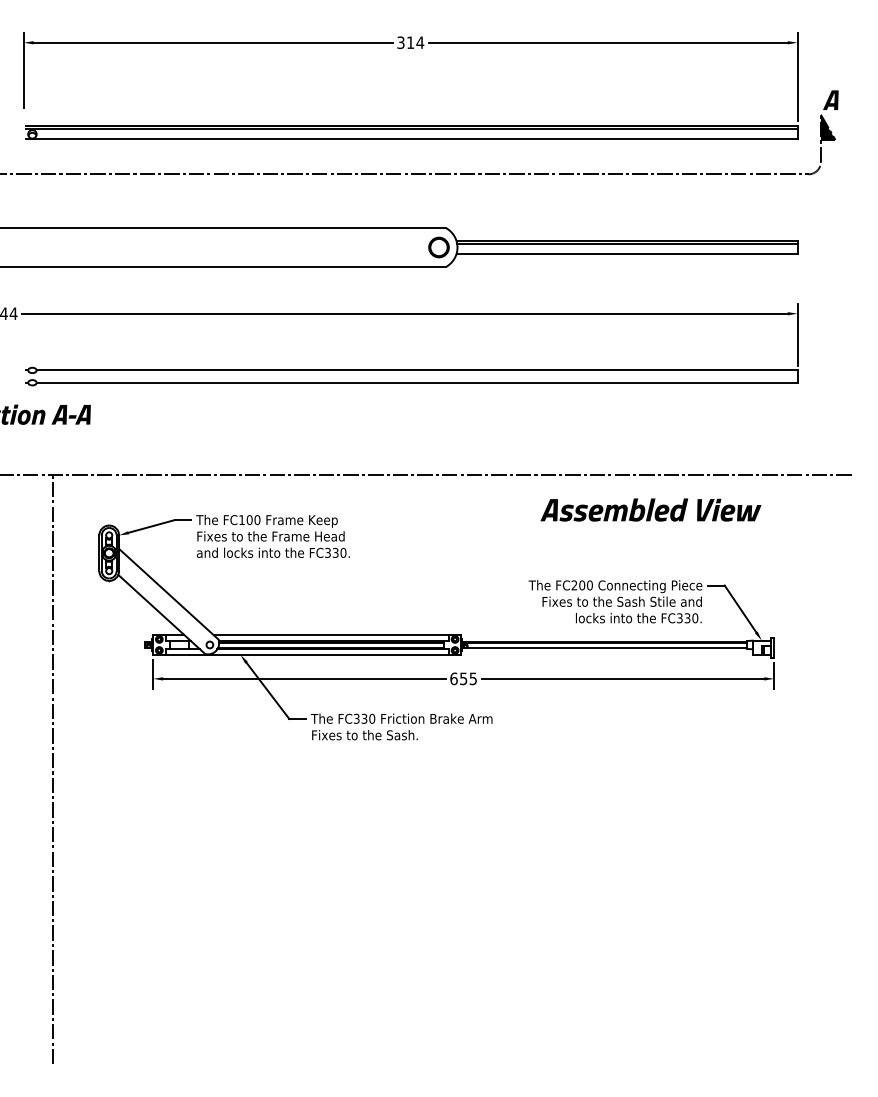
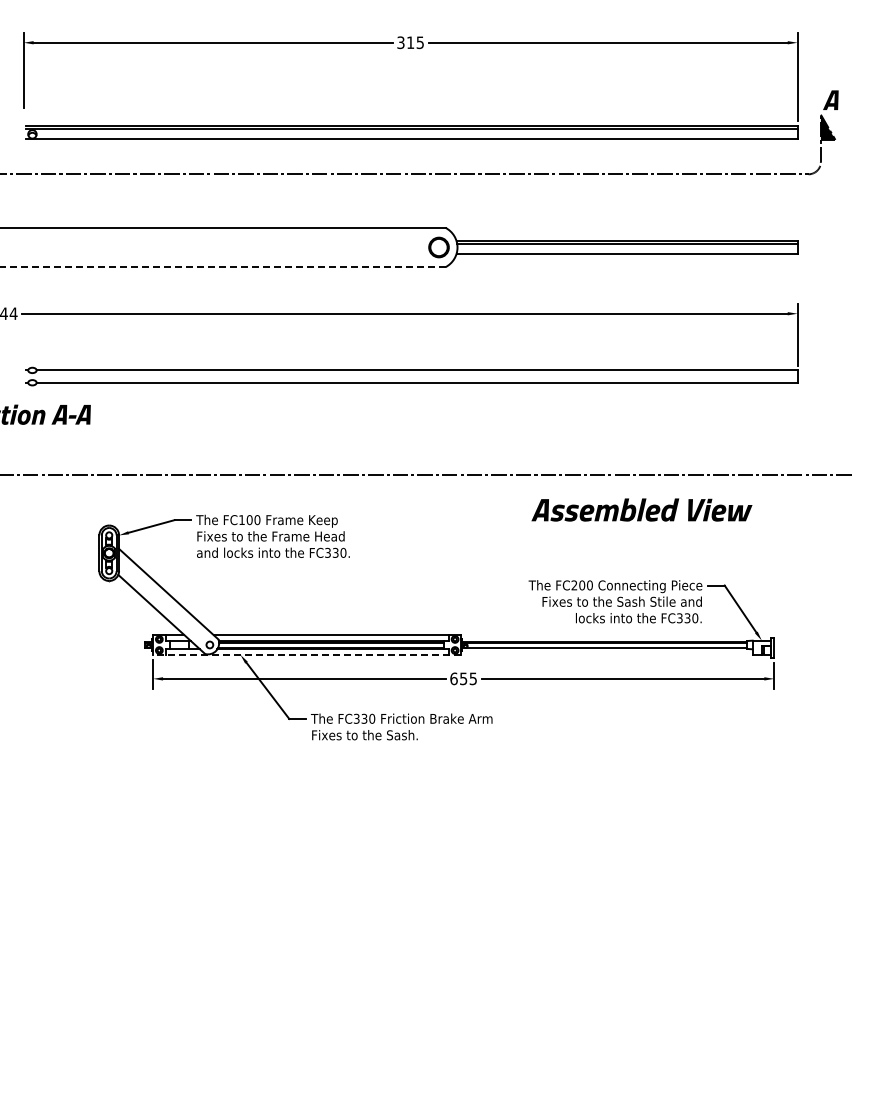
text at (420, 42): 314 -> 315
line at (222, 267): solid -> dashed
text at (650, 509) position: (650, 509) -> (641, 509)
line at (306, 654): solid -> dashed
line at (53, 769): present -> none
